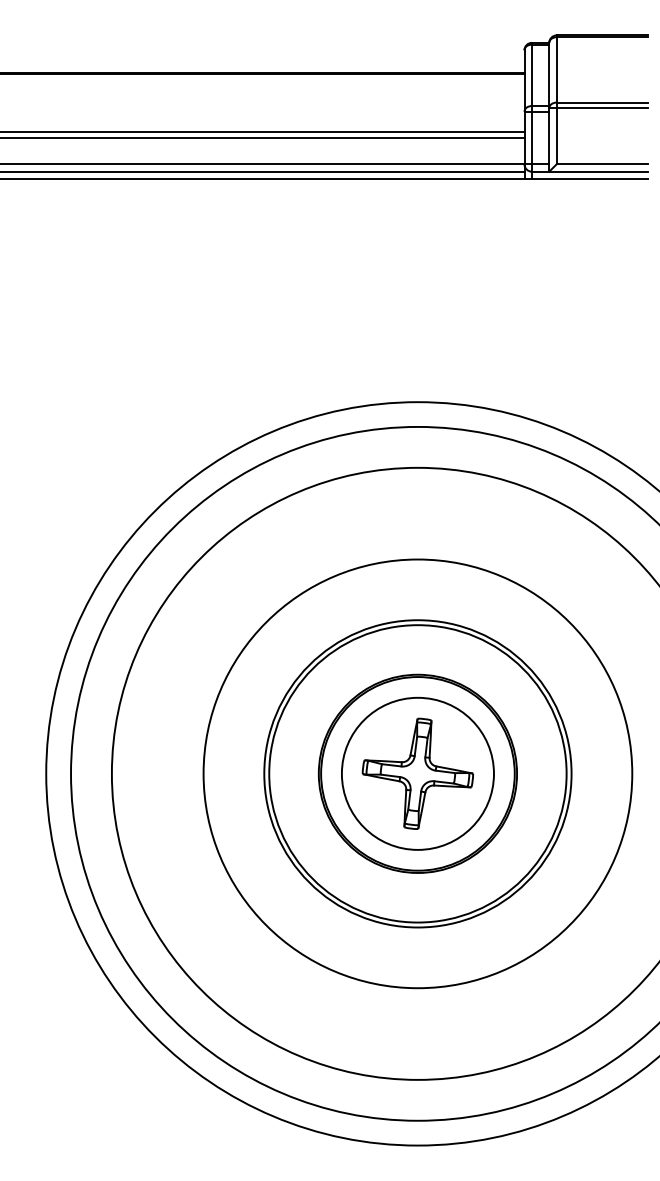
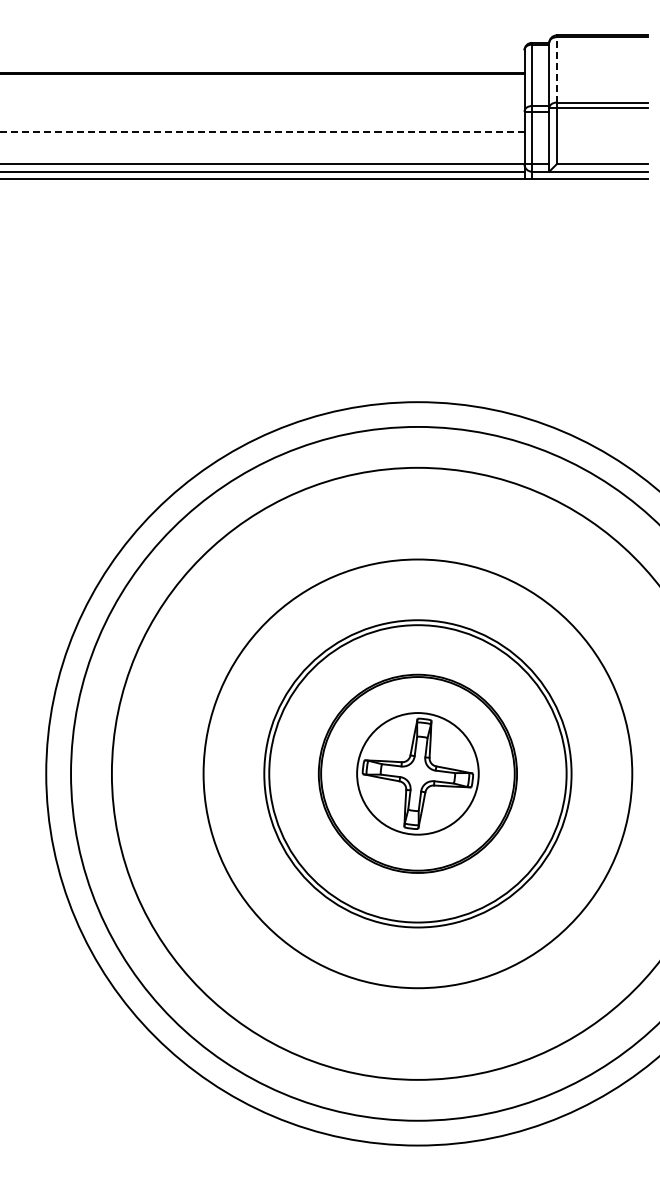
line at (556, 69): solid -> dashed
line at (261, 132): solid -> dashed
line at (263, 138): present -> none
circle at (417, 773) diameter: 152 px -> 122 px
